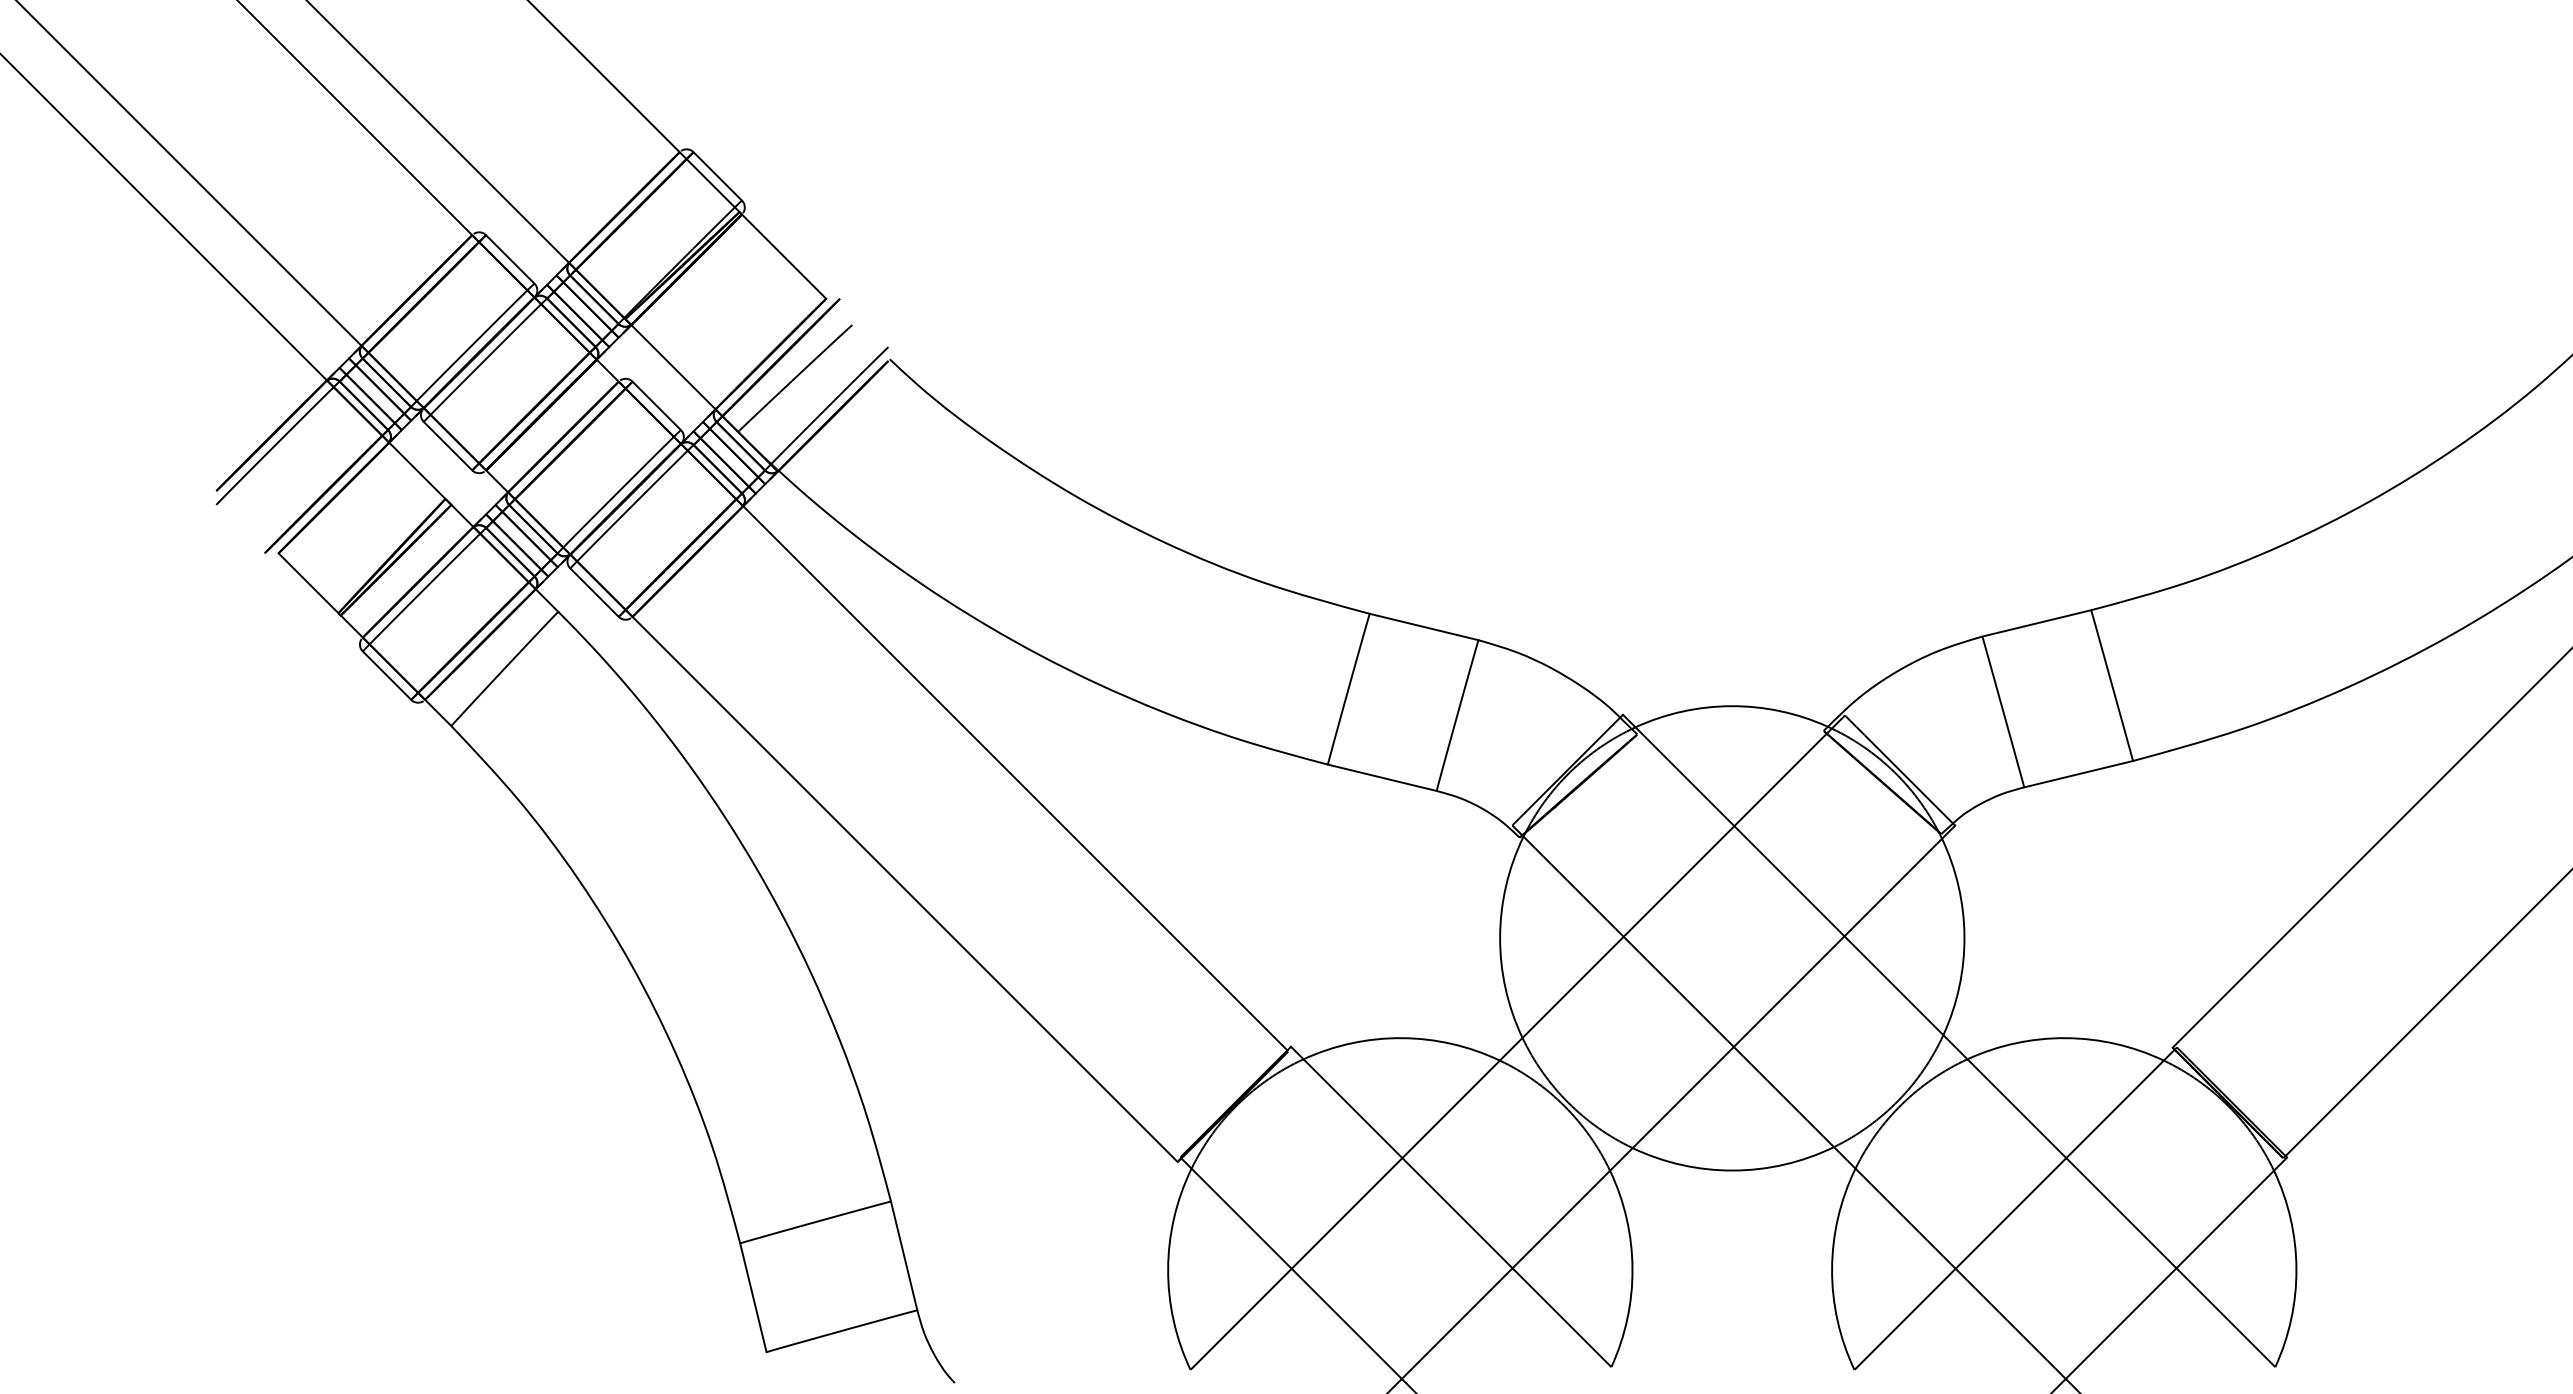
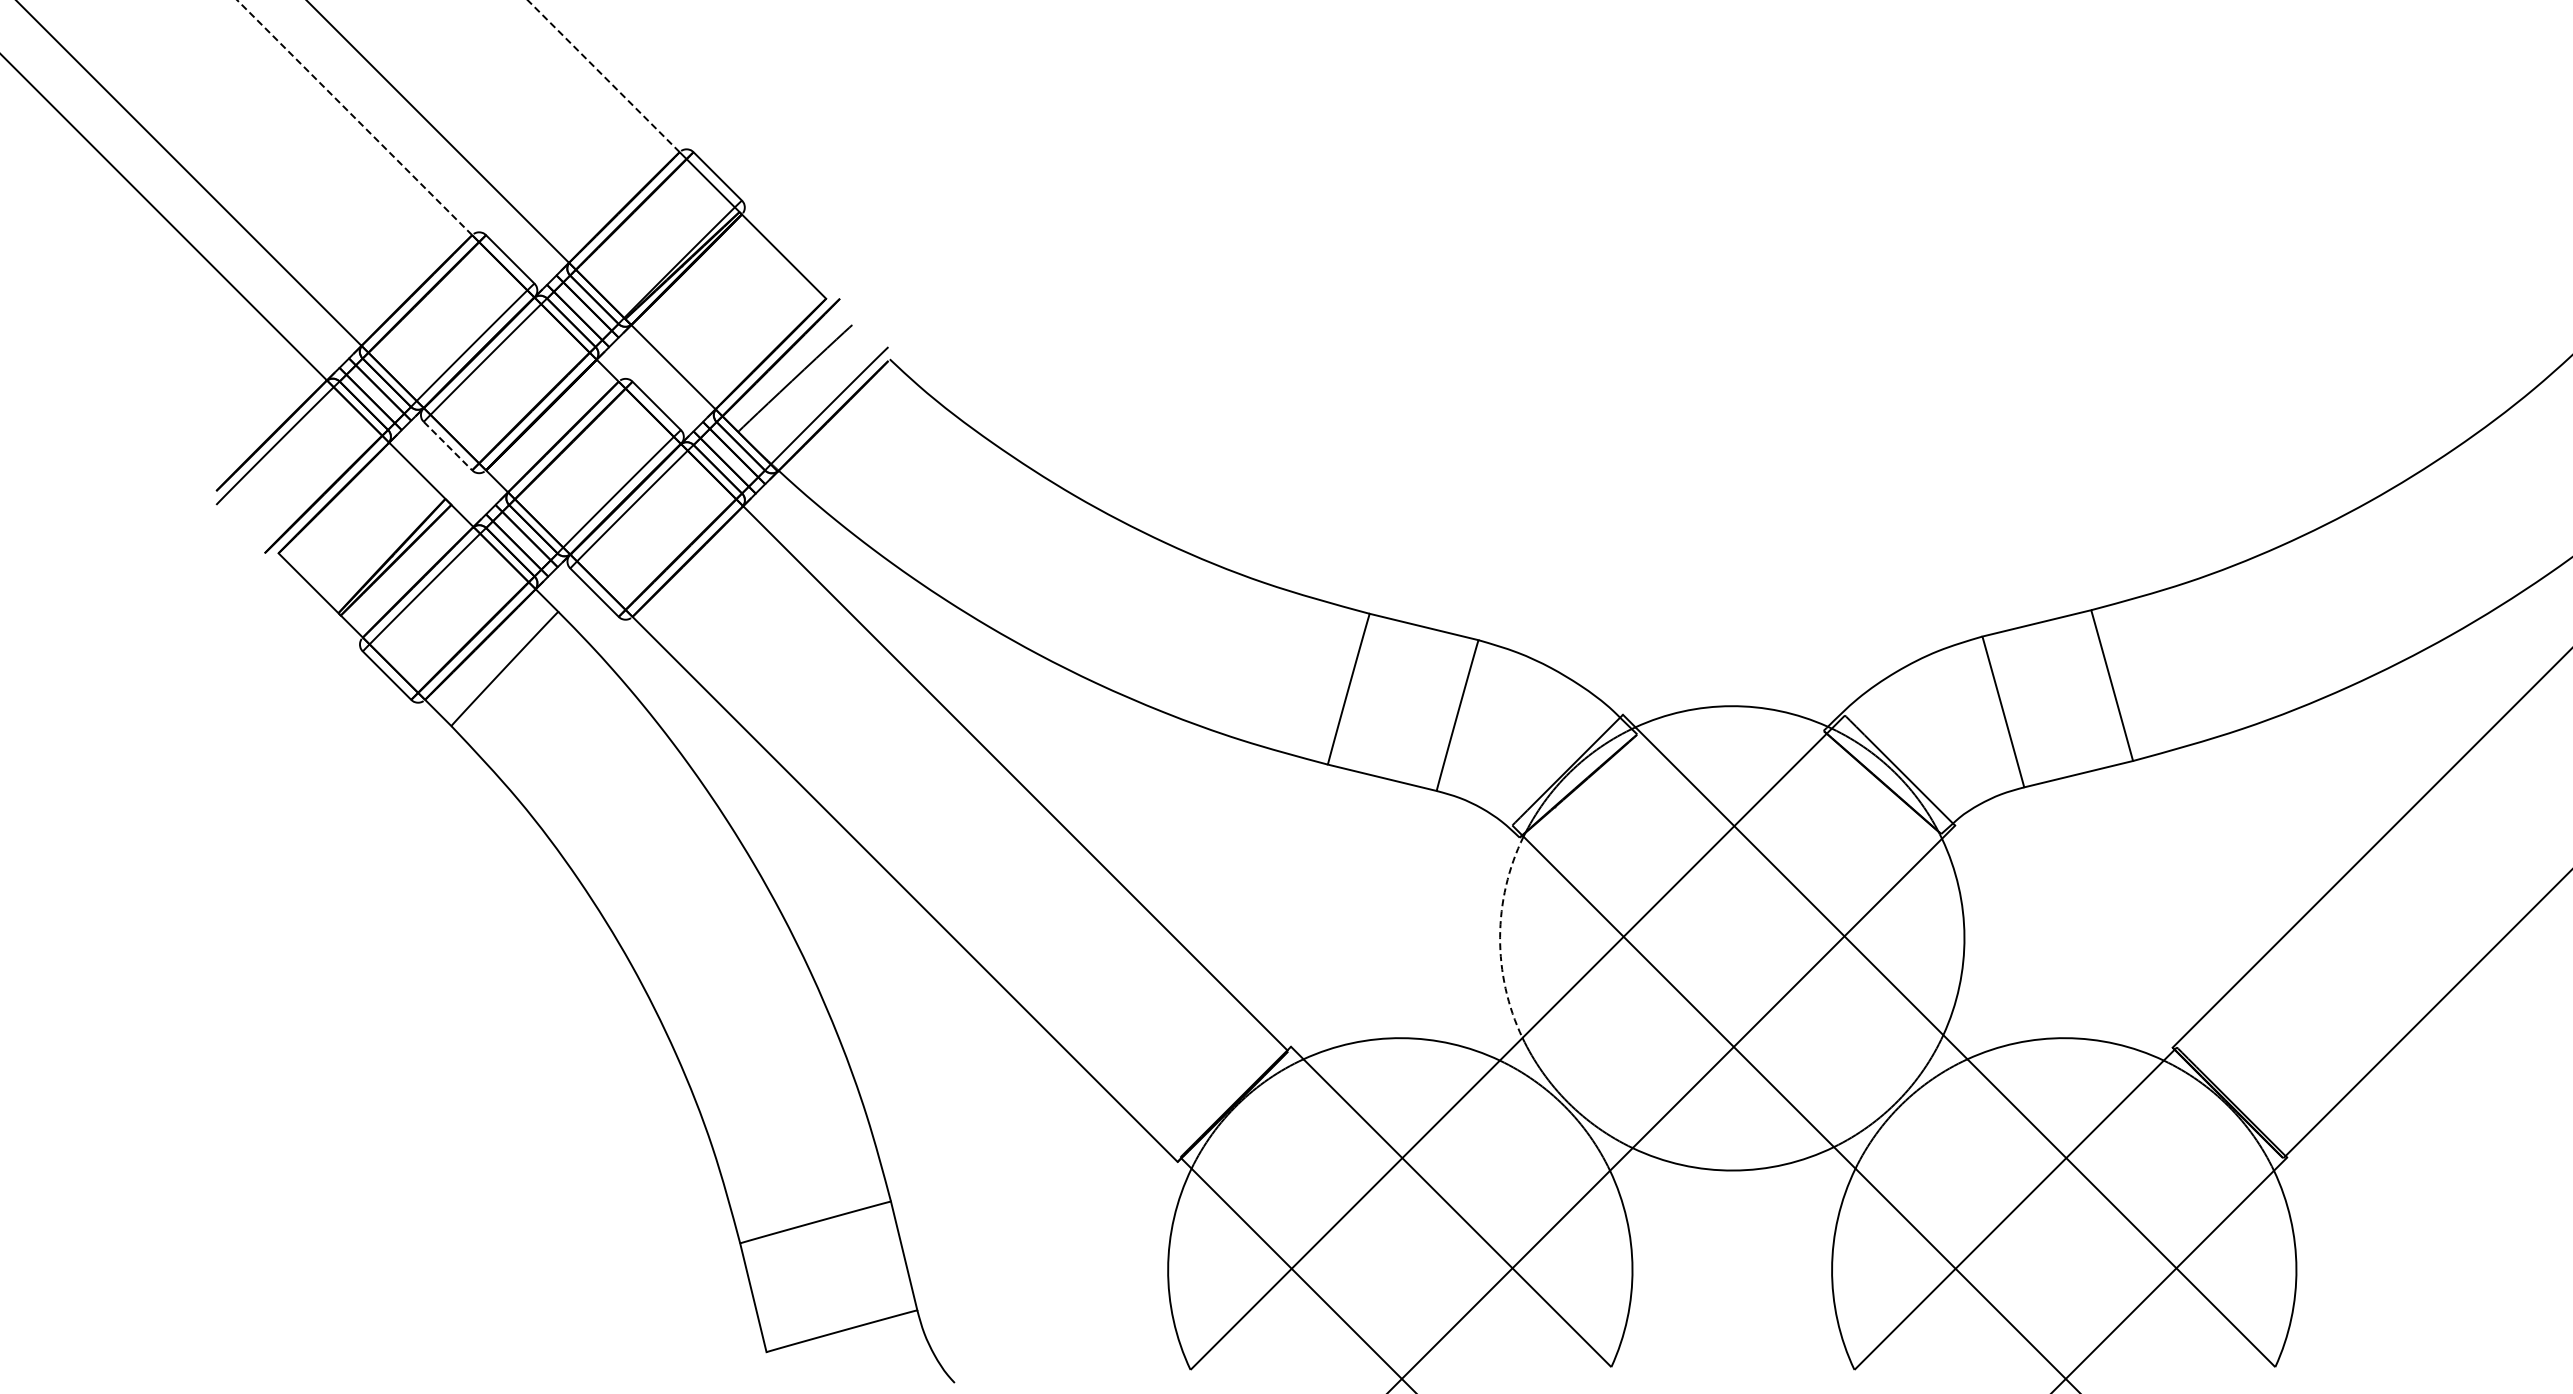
line at (603, 75): solid -> dashed
line at (354, 117): solid -> dashed
line at (448, 446): solid -> dashed
arc at (1500, 937): solid -> dashed
